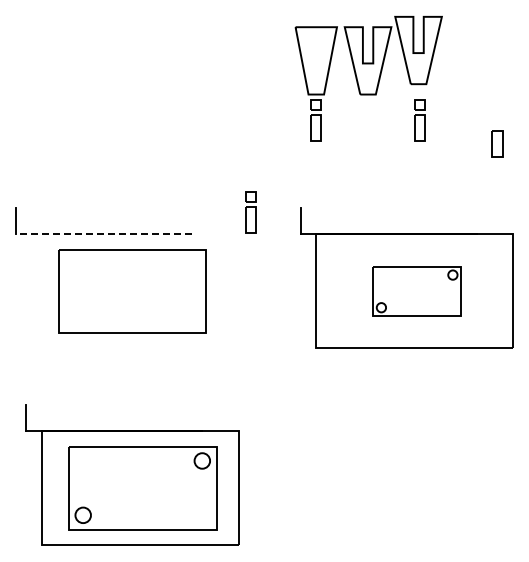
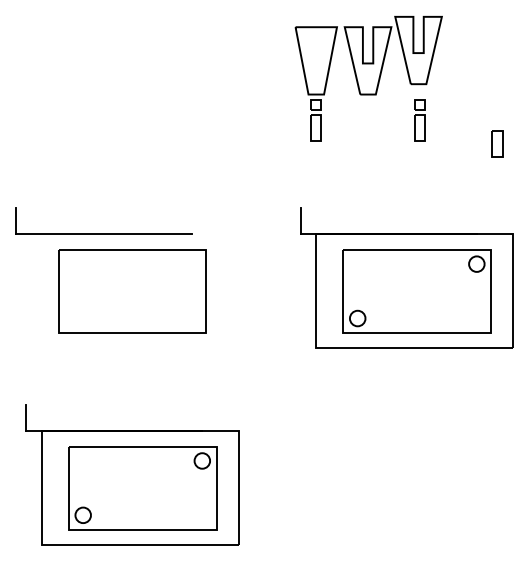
part at (250, 212): present -> none
line at (103, 234): dashed -> solid
part at (416, 291) size: 90x51 px -> 150x85 px
